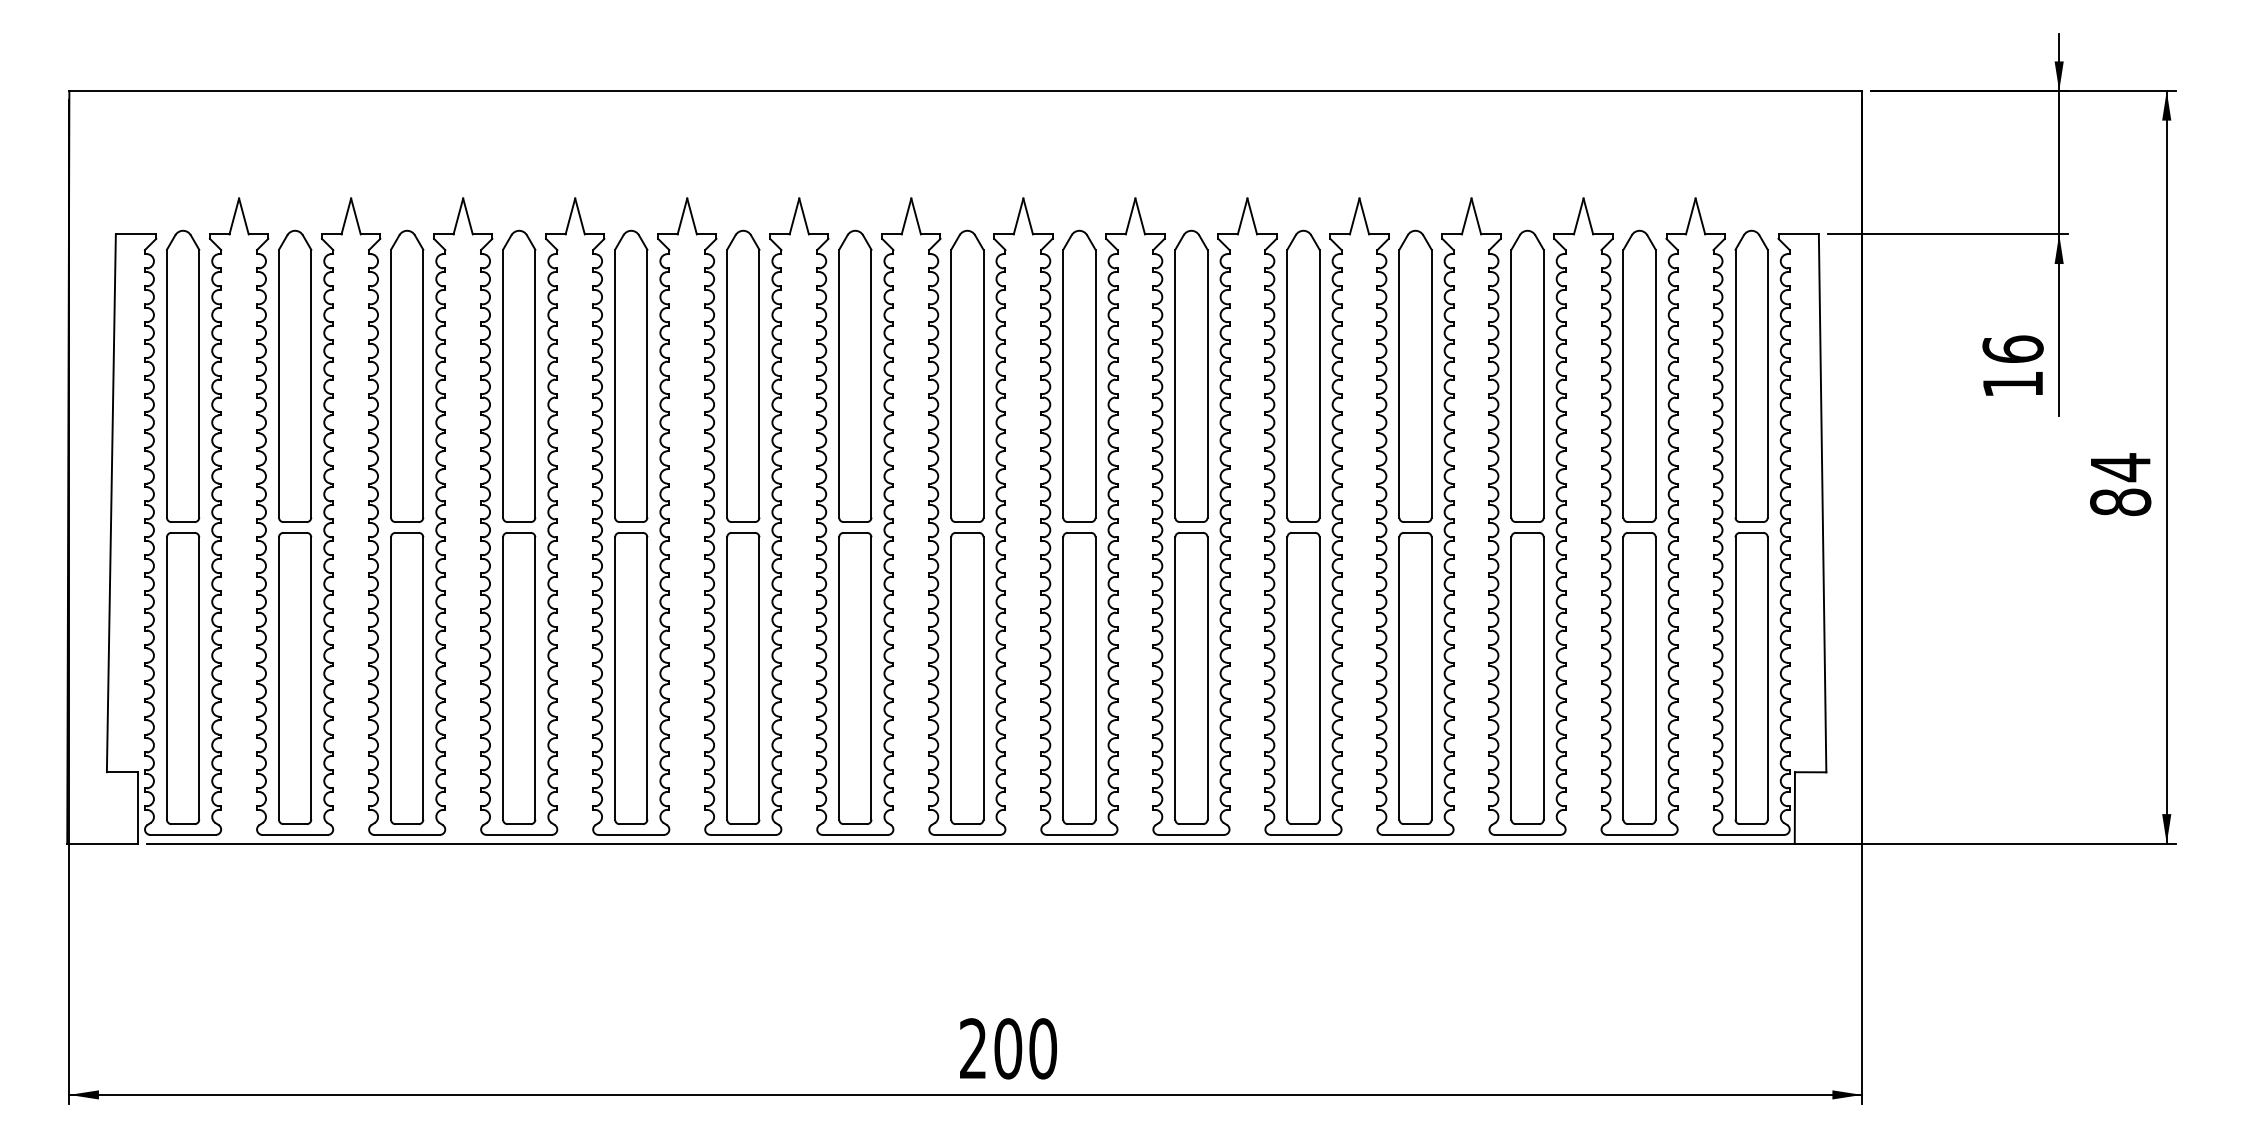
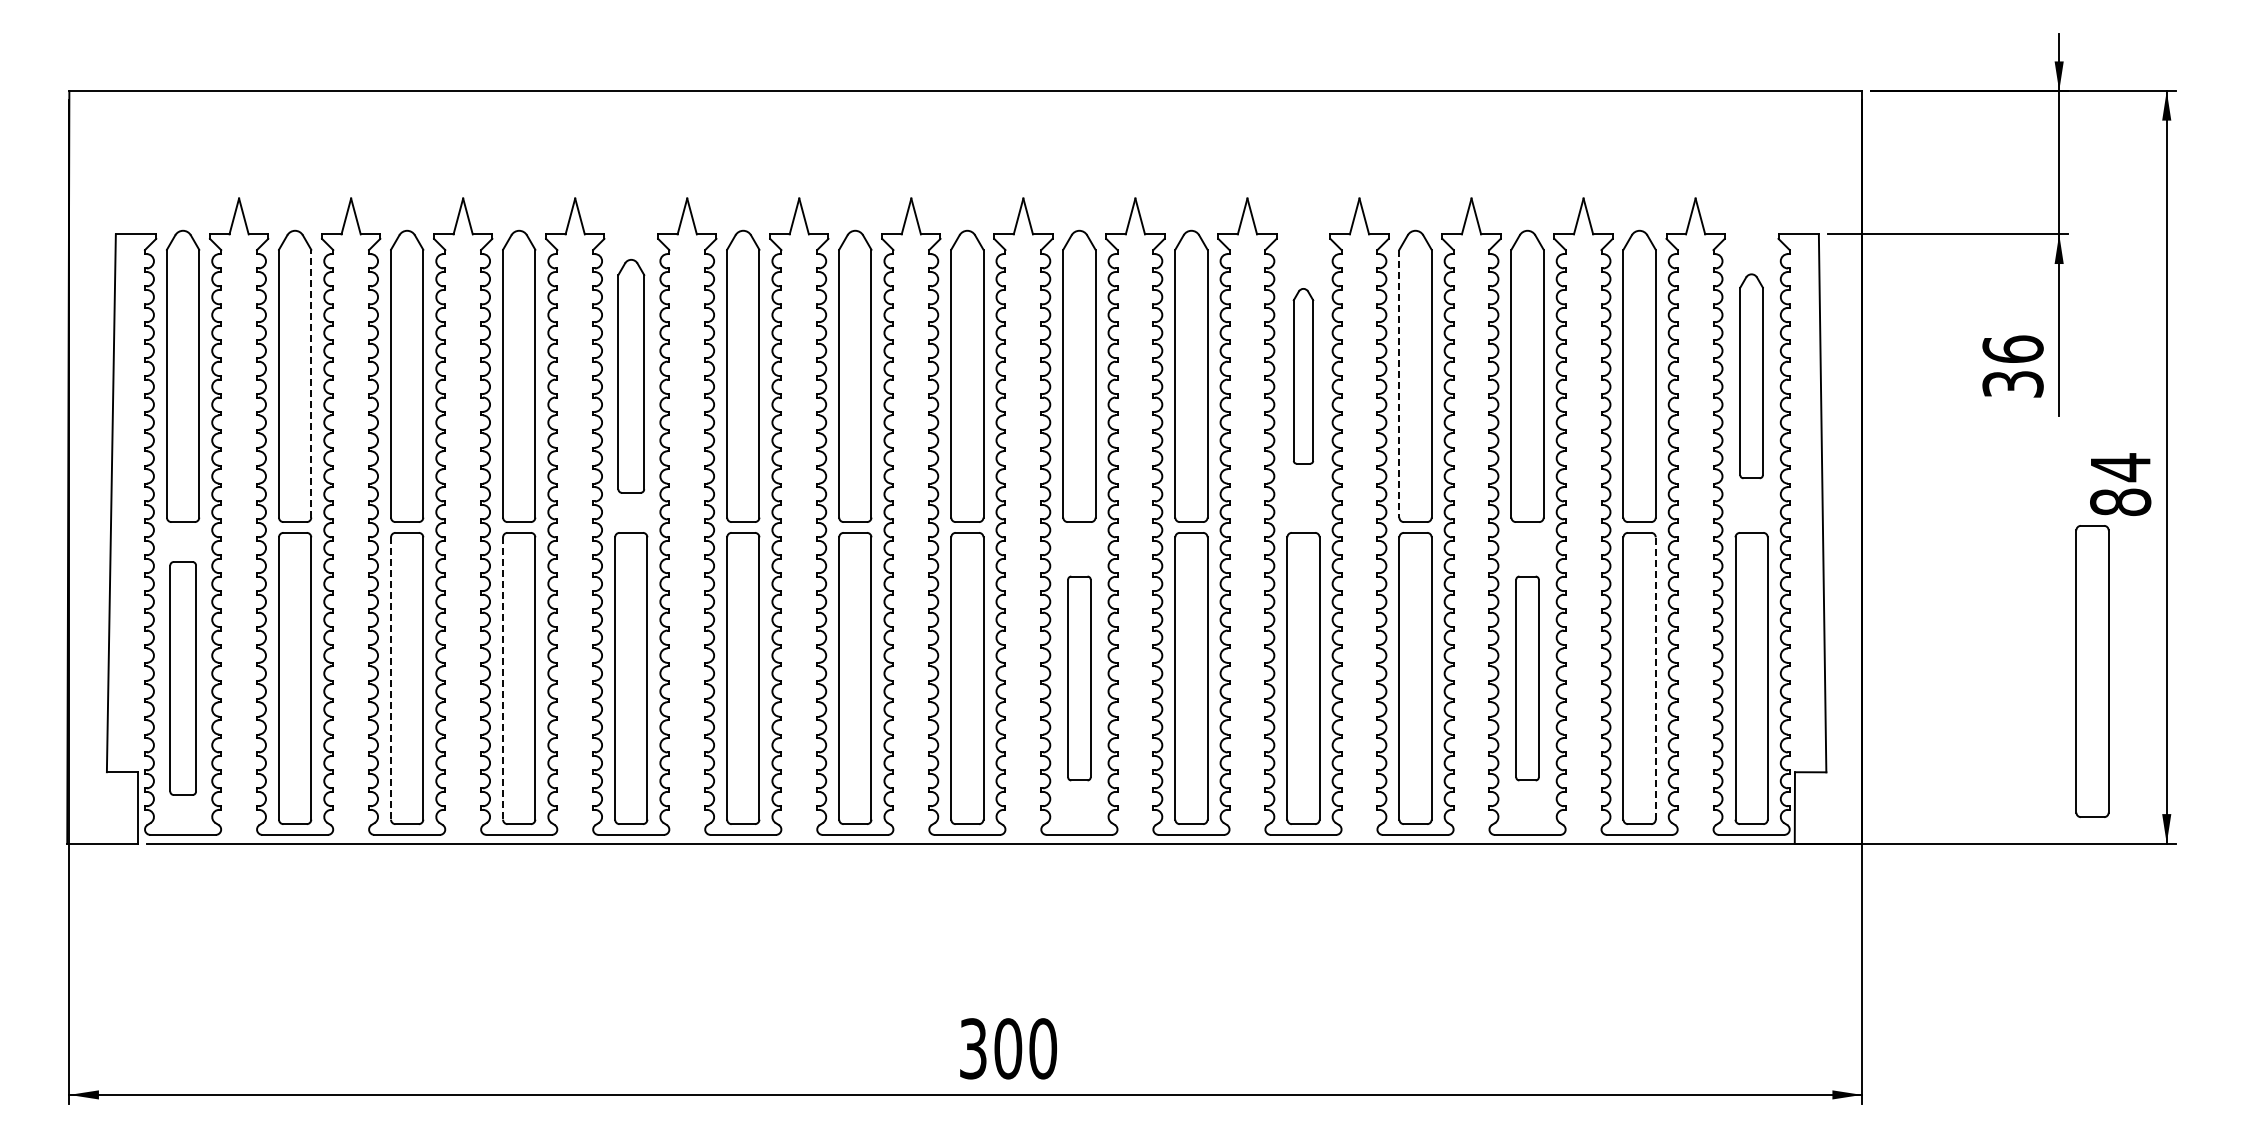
part at (631, 375) size: 35x294 px -> 29x235 px
part at (1303, 375) size: 35x294 px -> 23x177 px
part at (1751, 375) size: 35x294 px -> 25x207 px
line at (311, 383): solid -> dashed
line at (1399, 383): solid -> dashed
text at (2012, 384): 16 -> 36
part at (2092, 671): none -> present
part at (183, 678) size: 35x293 px -> 28x235 px
part at (1079, 678) size: 35x293 px -> 25x207 px
part at (1527, 678) size: 35x293 px -> 25x207 px
line at (1655, 678): solid -> dashed
line at (391, 679): solid -> dashed
line at (503, 679): solid -> dashed
text at (973, 1048): 200 -> 300
